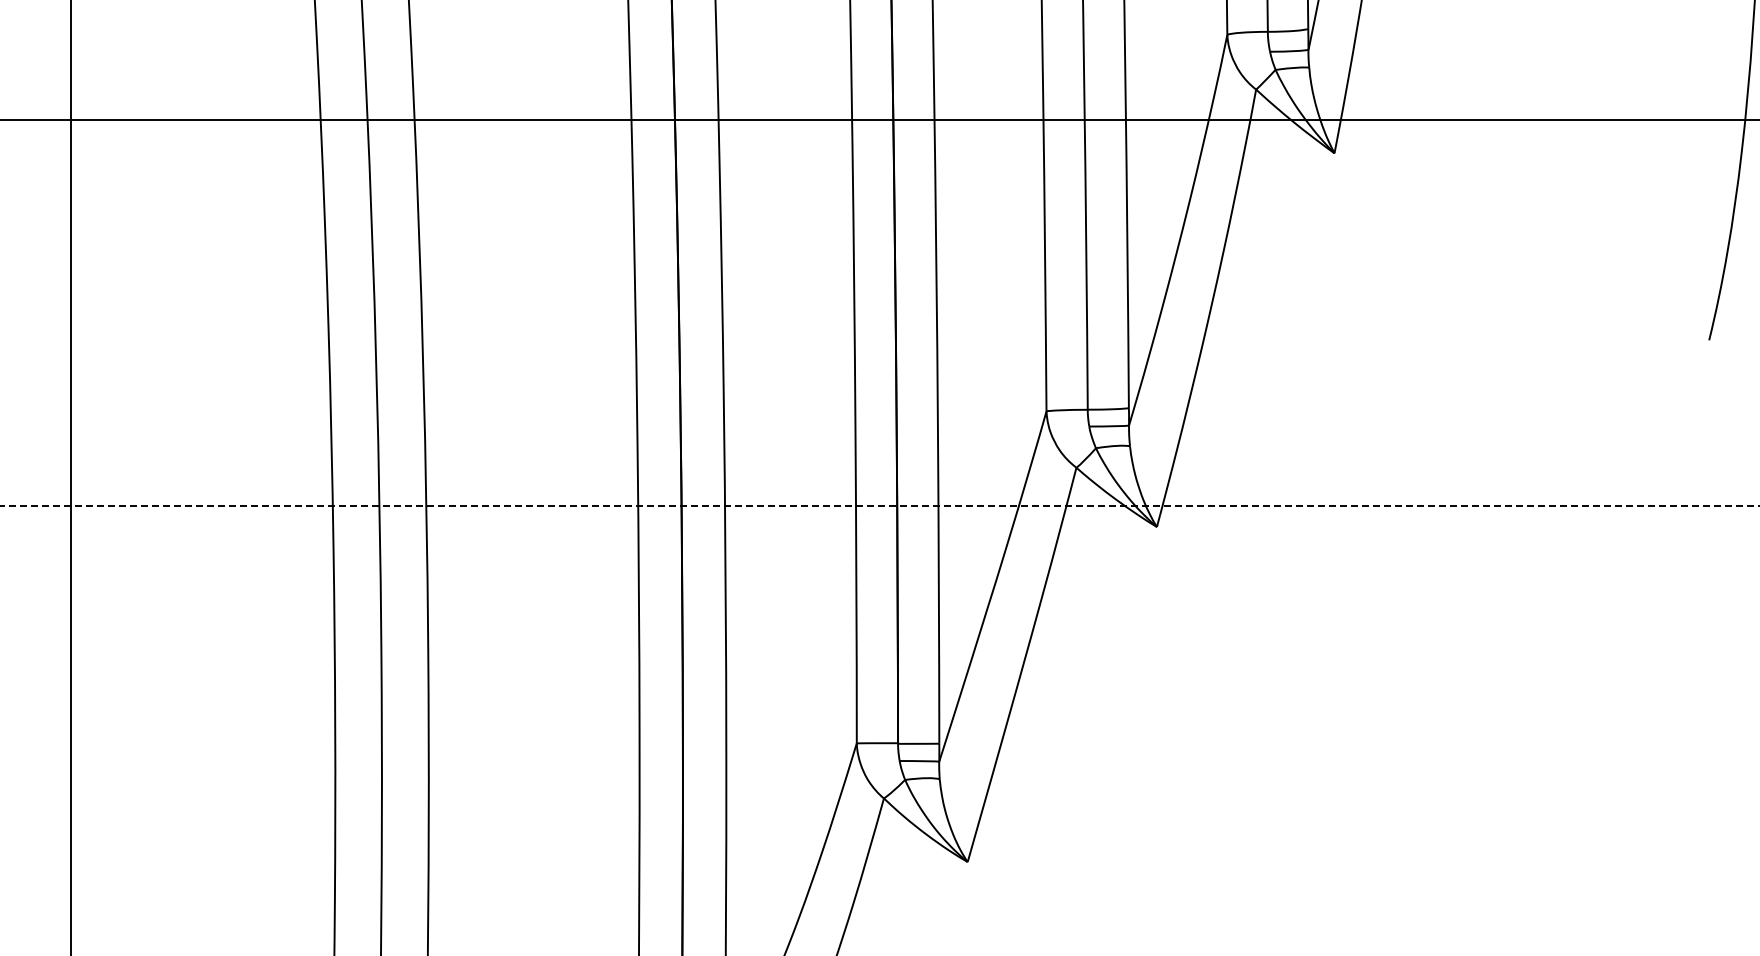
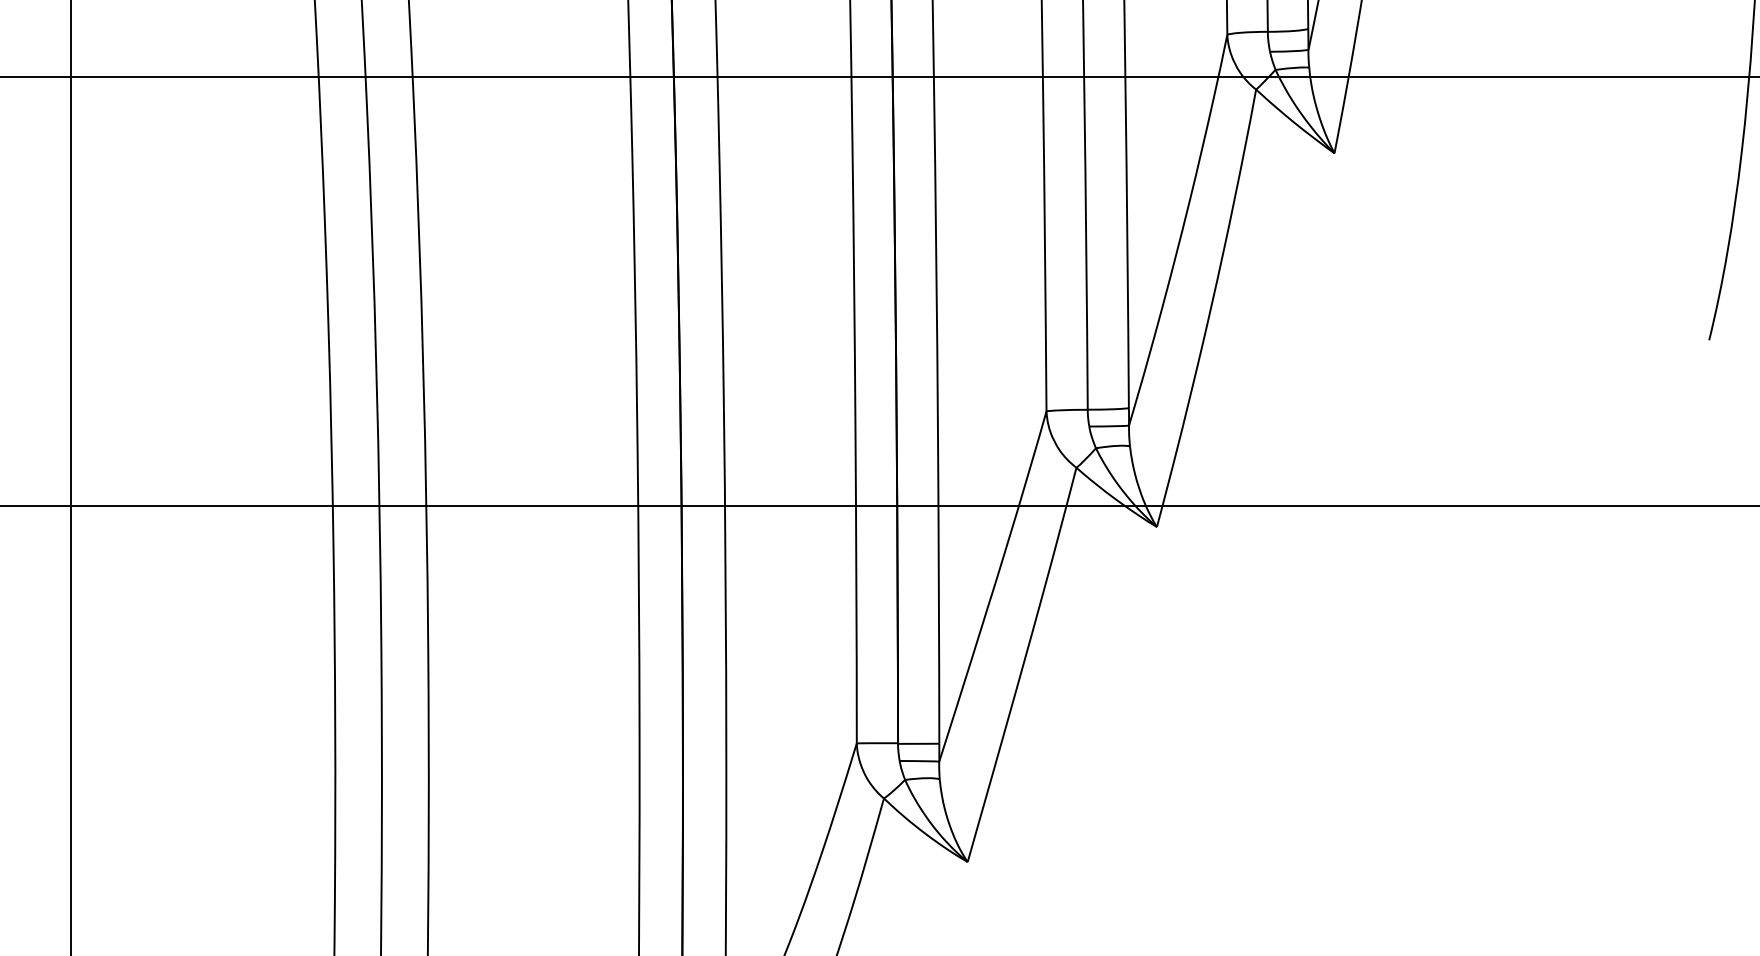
line at (879, 120) position: (879, 120) -> (879, 77)
line at (879, 506): dashed -> solid
